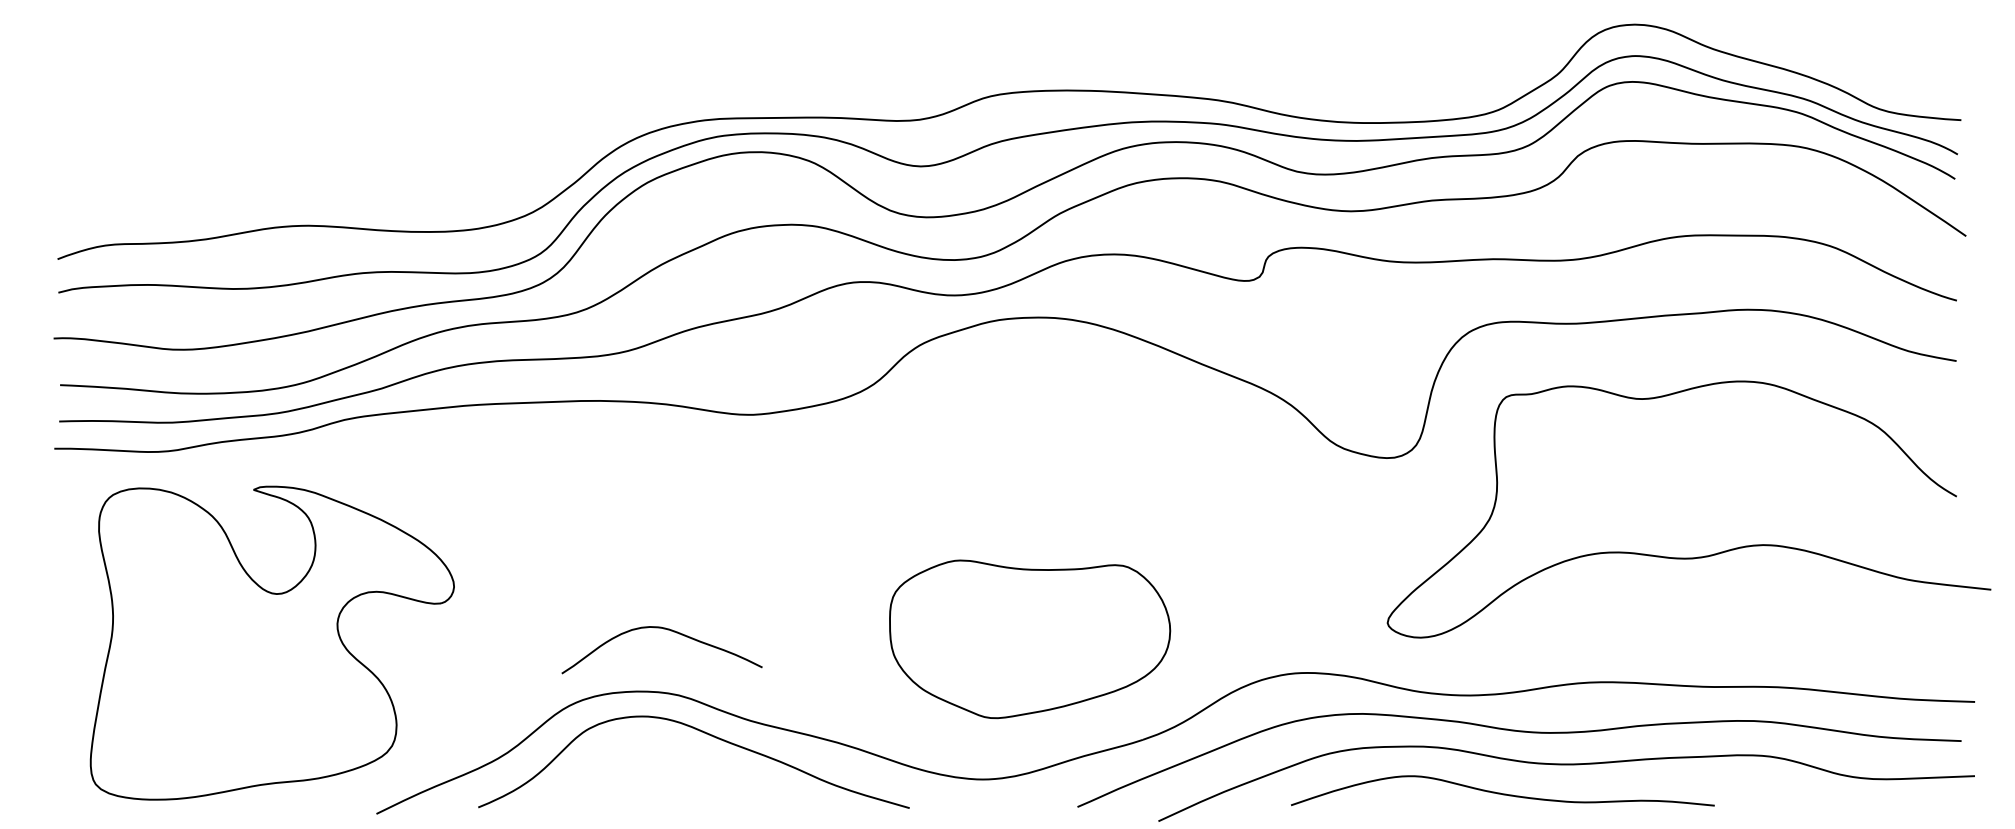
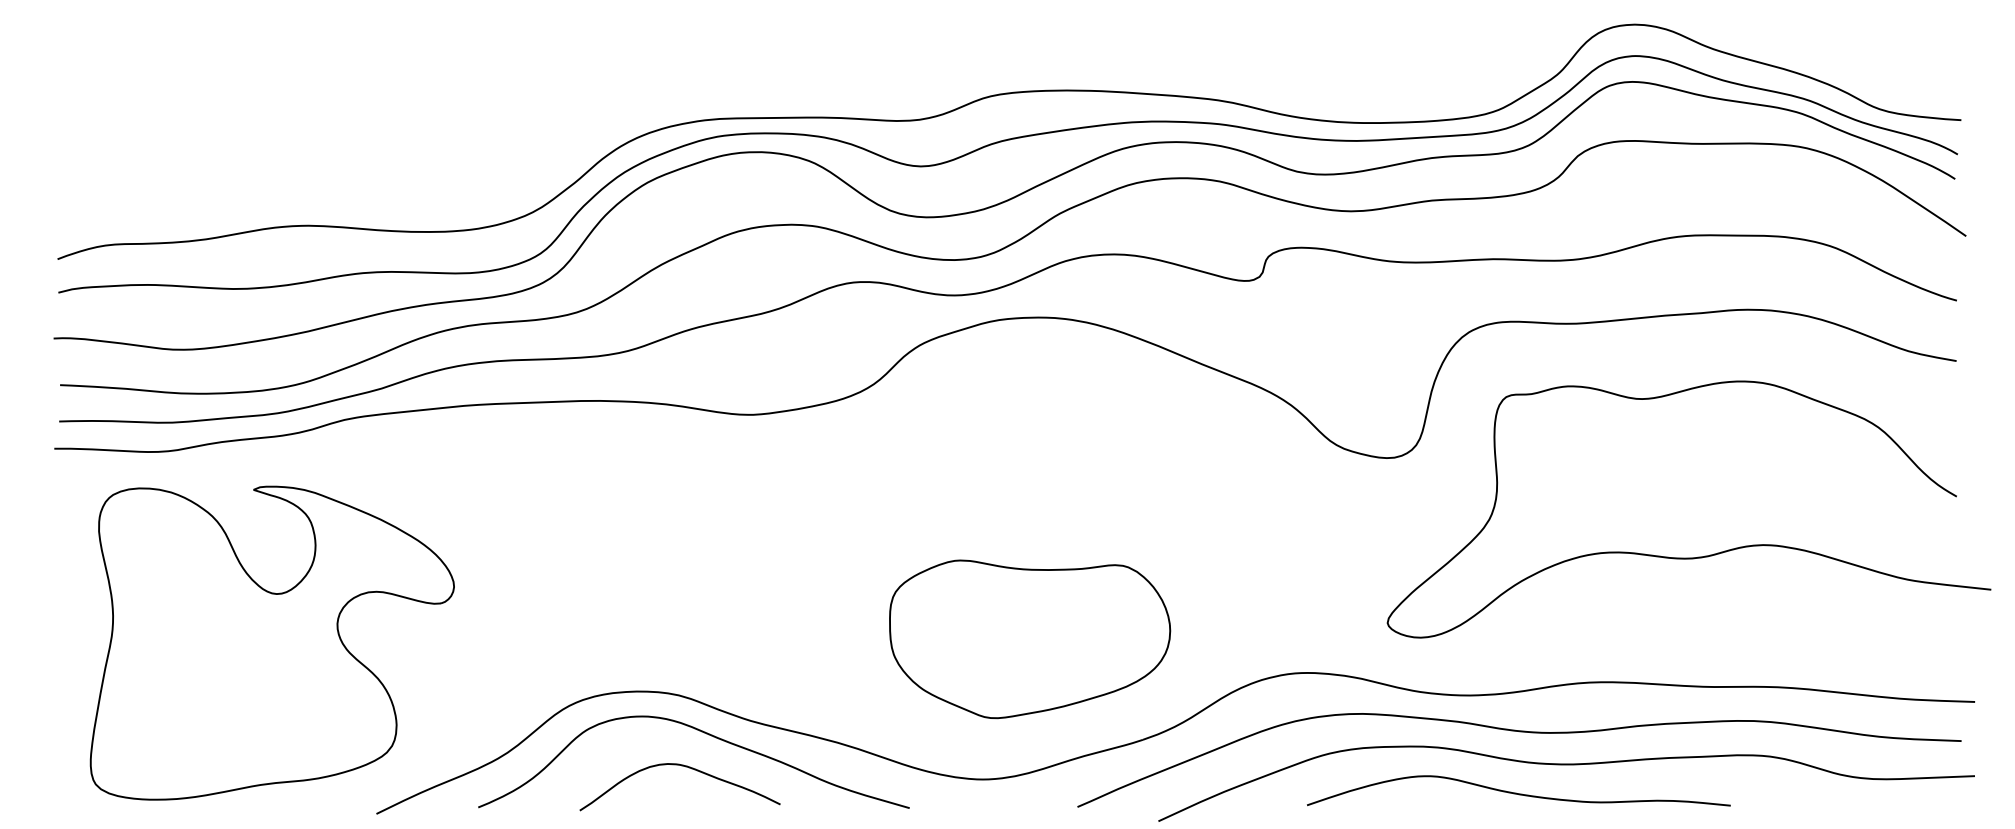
curve at (667, 630) position: (667, 630) -> (685, 767)
curve at (1500, 792) position: (1500, 792) -> (1516, 792)
